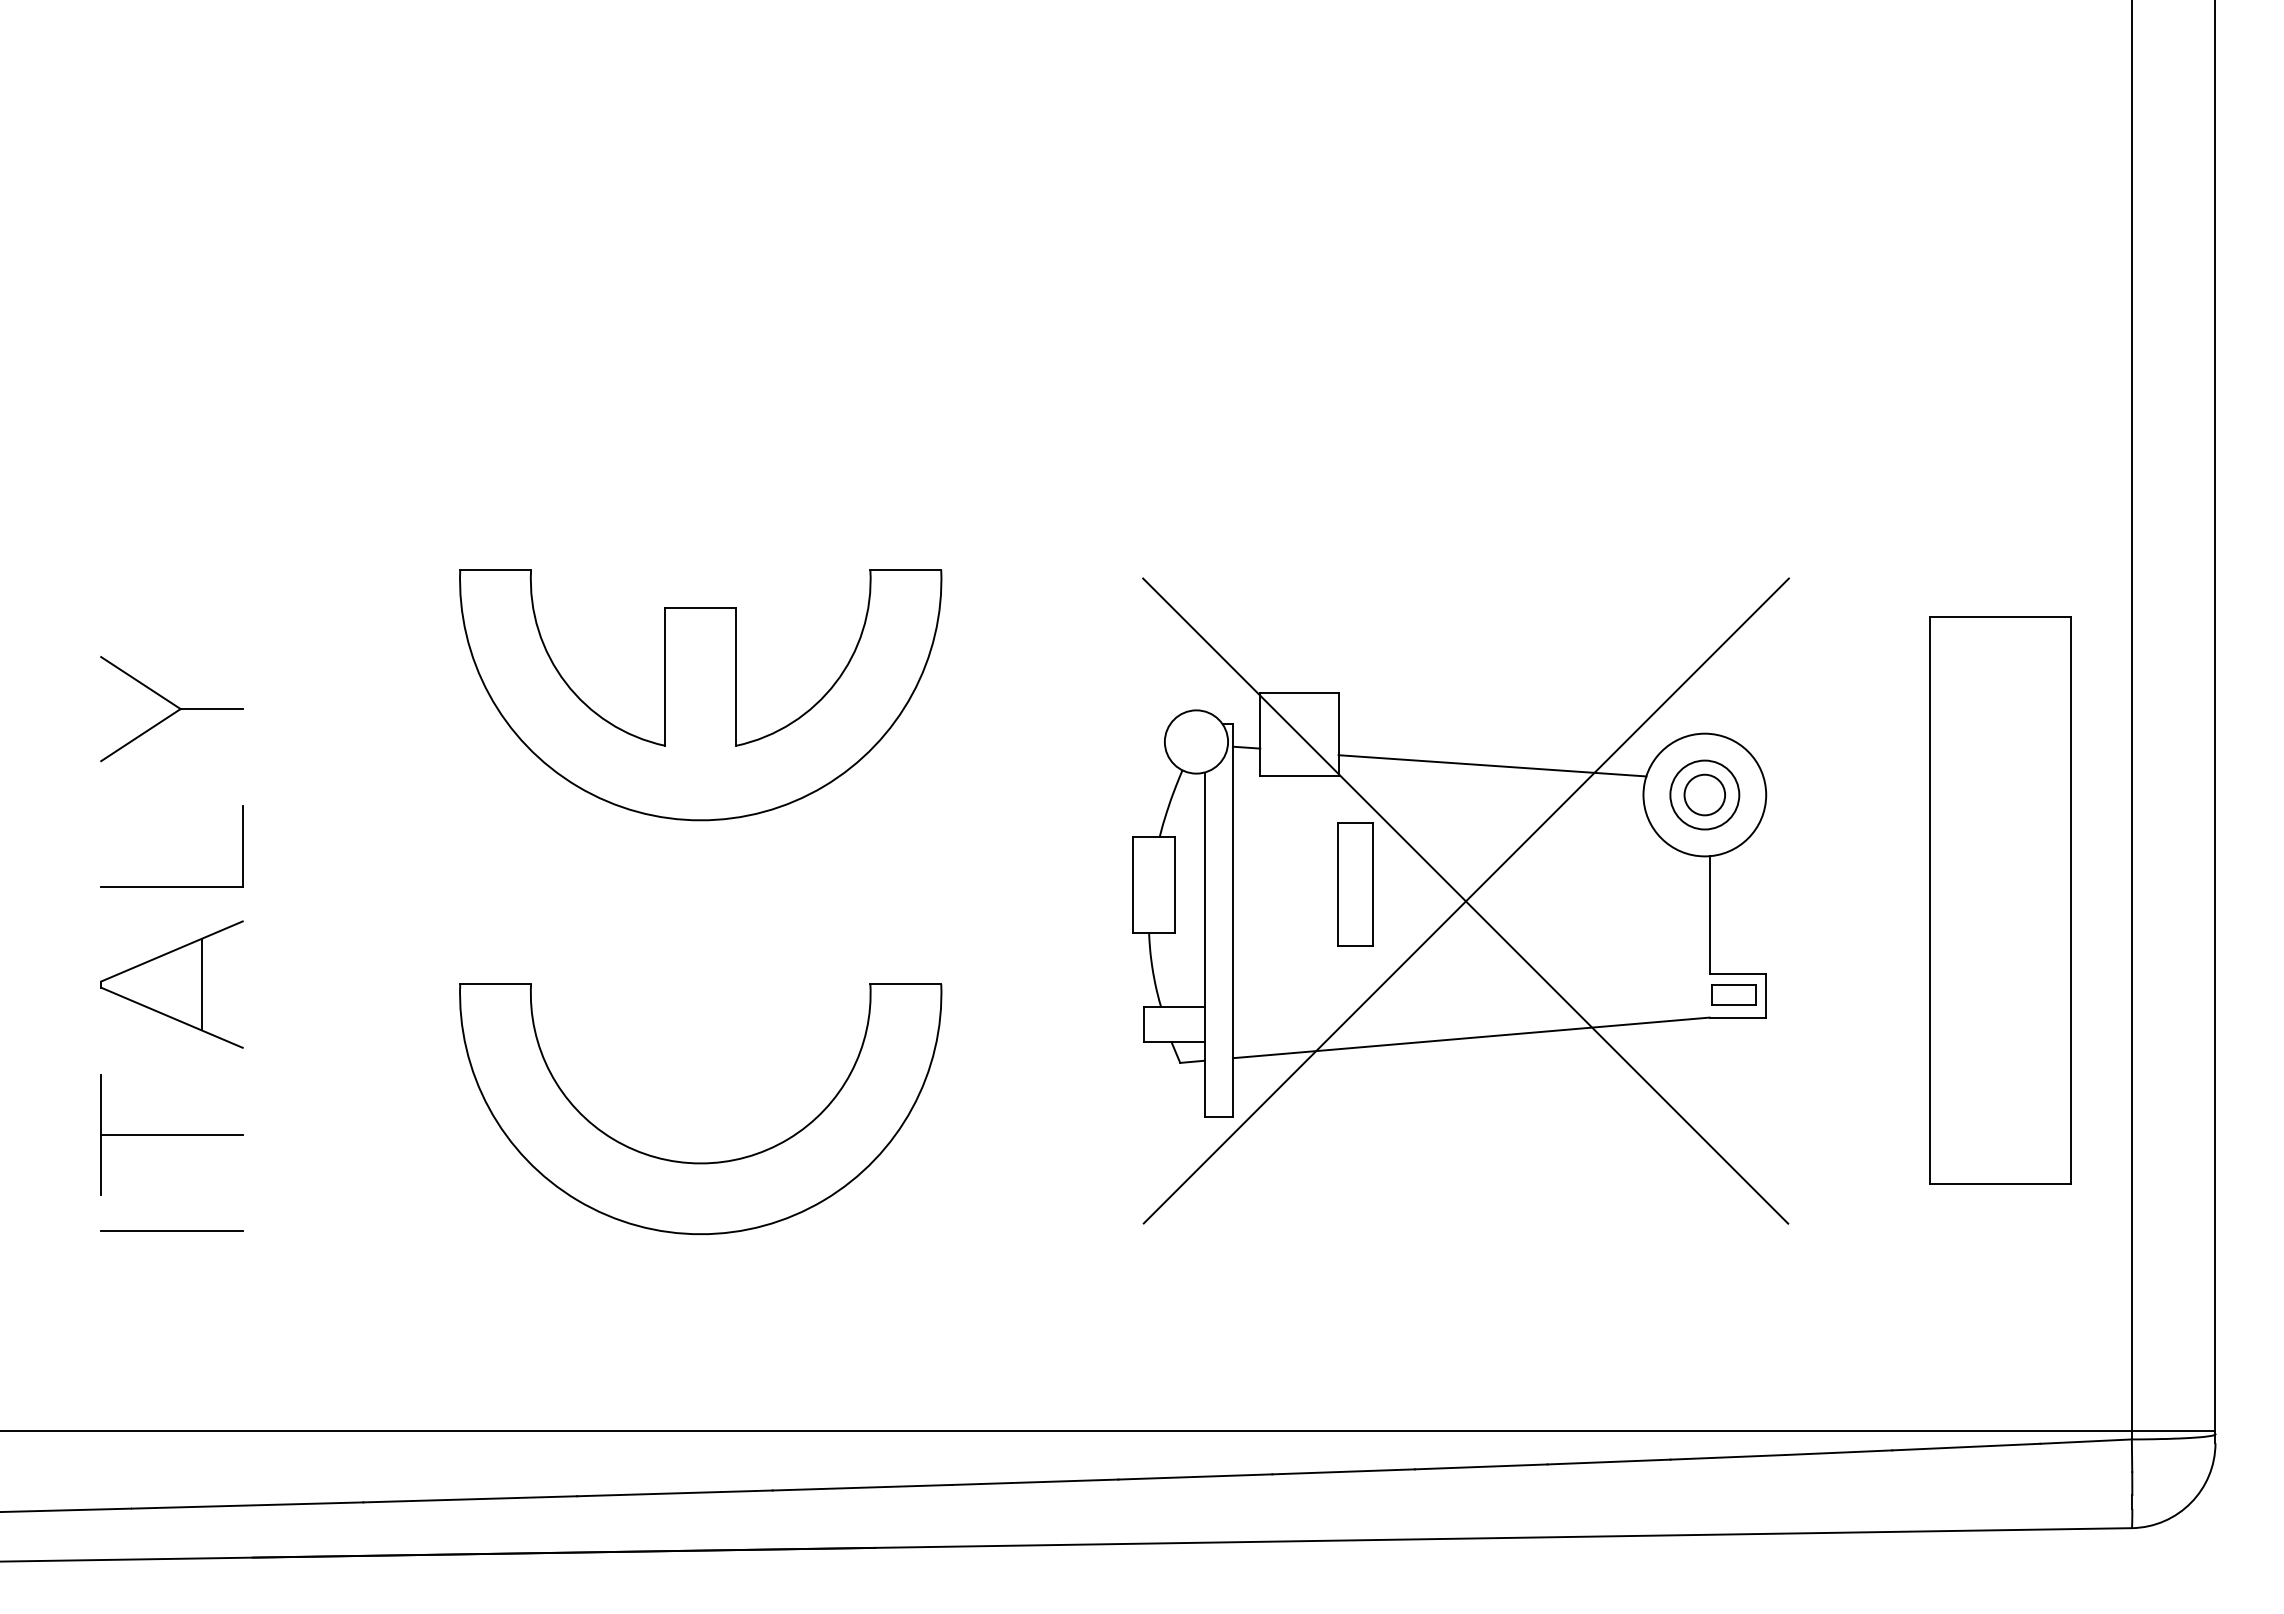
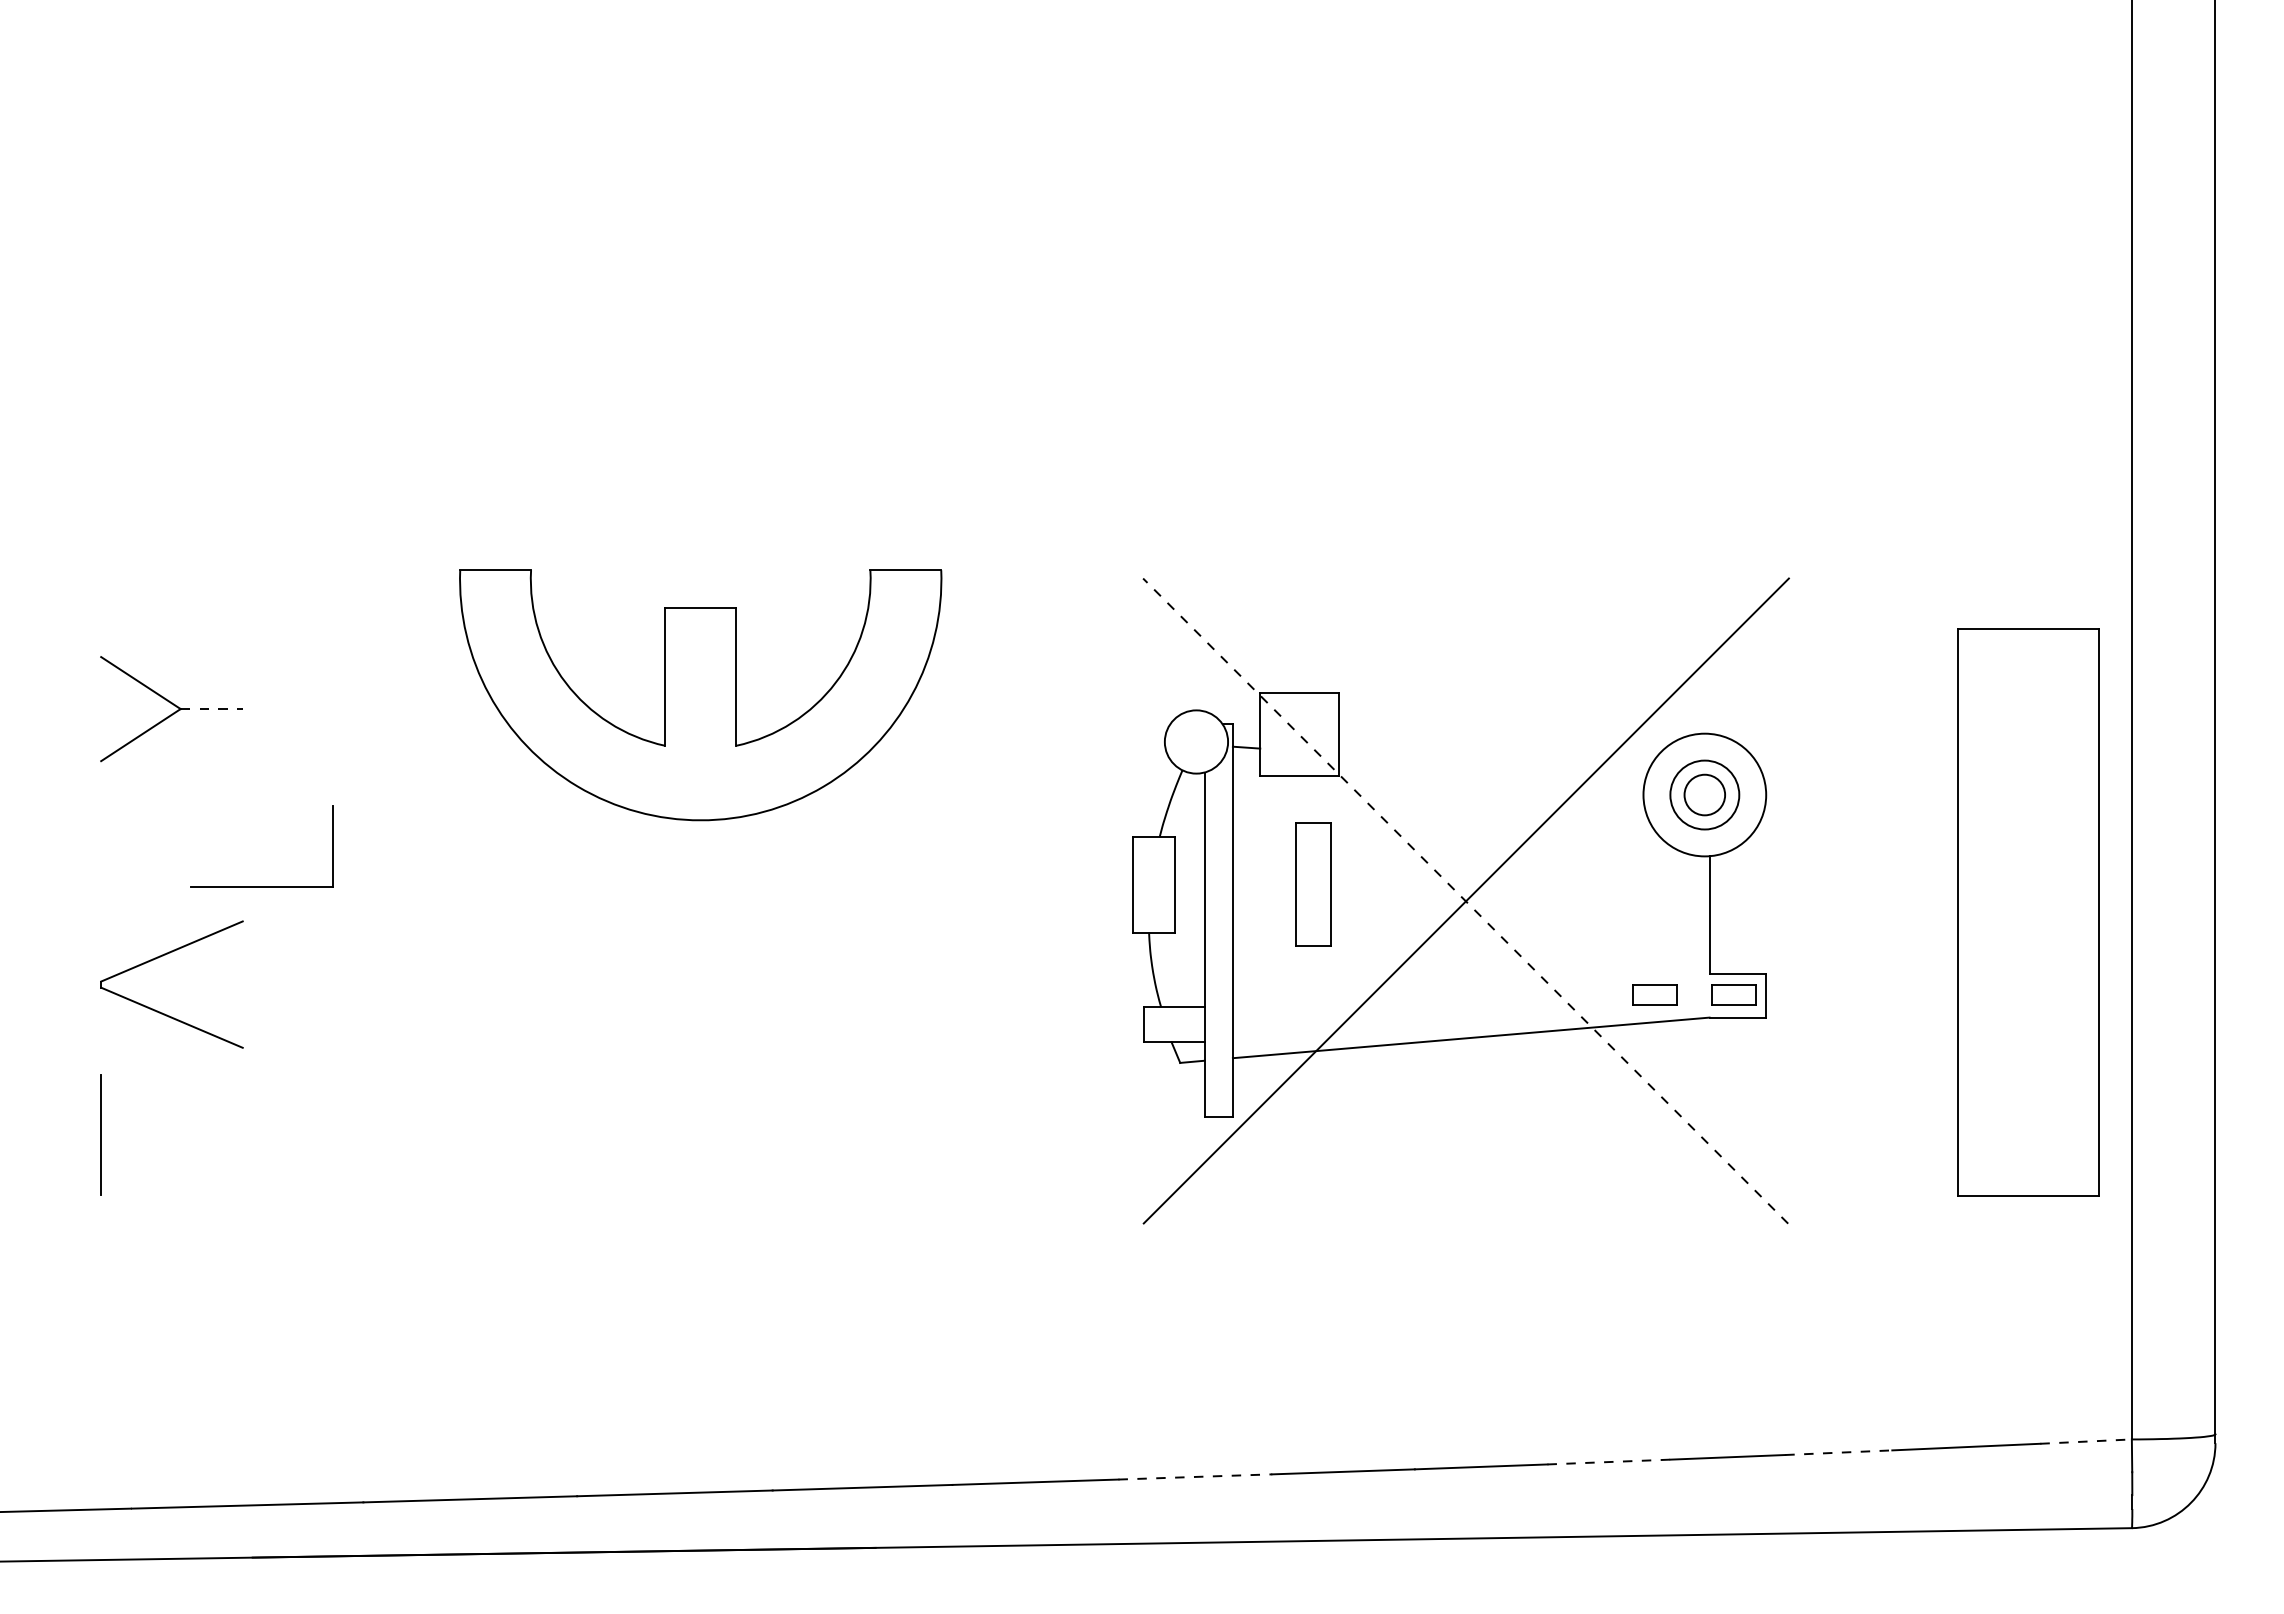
line at (212, 709): solid -> dashed
line at (1492, 765): present -> none
part at (1355, 884) position: (1355, 884) -> (1313, 884)
part at (171, 886) position: (171, 886) -> (261, 886)
line at (1465, 900): solid -> dashed
part at (2000, 900) position: (2000, 900) -> (2028, 912)
line at (201, 984): present -> none
part at (1654, 994): none -> present
line at (171, 1134): present -> none
part at (700, 1162): present -> none
line at (171, 1230): present -> none
line at (1108, 1431): present -> none
line at (2086, 1441): solid -> dashed
line at (1838, 1452): solid -> dashed
line at (1609, 1462): solid -> dashed
line at (1195, 1476): solid -> dashed
